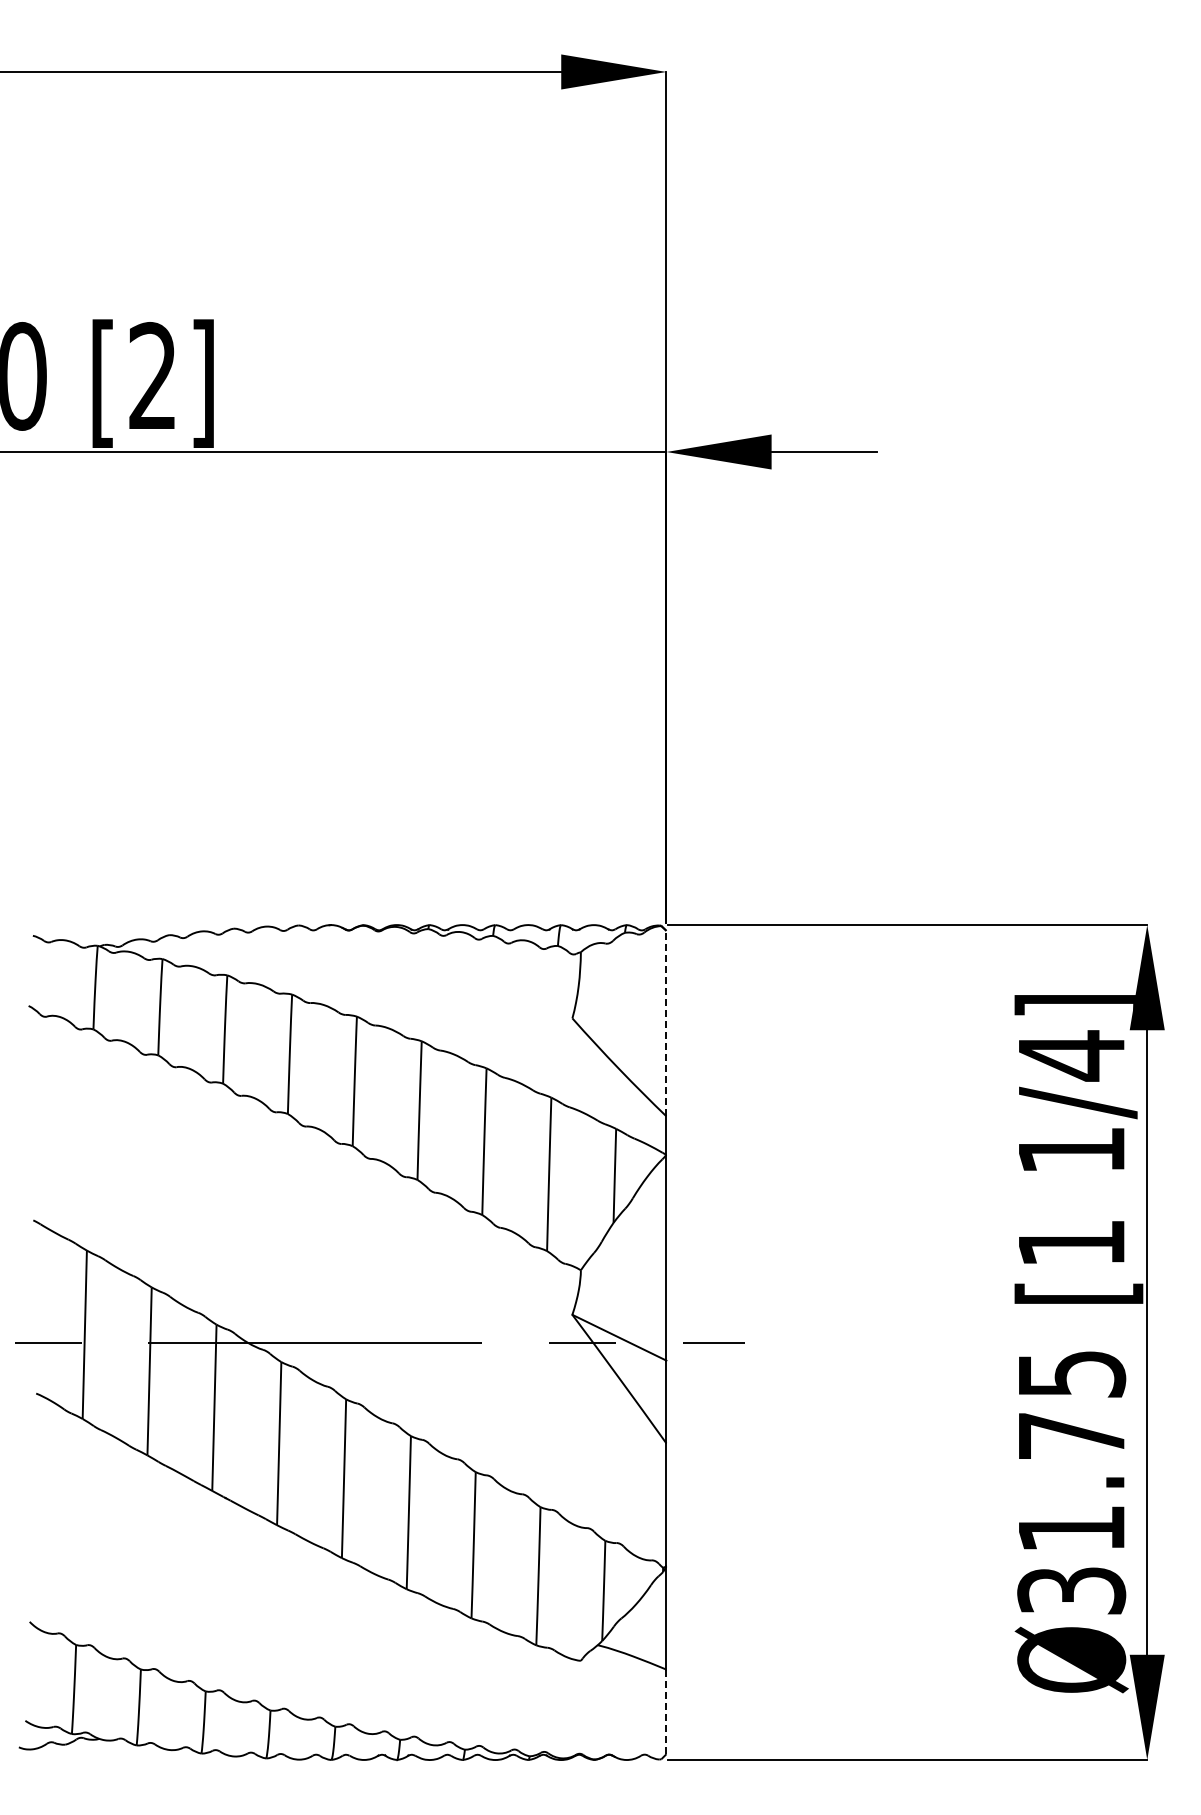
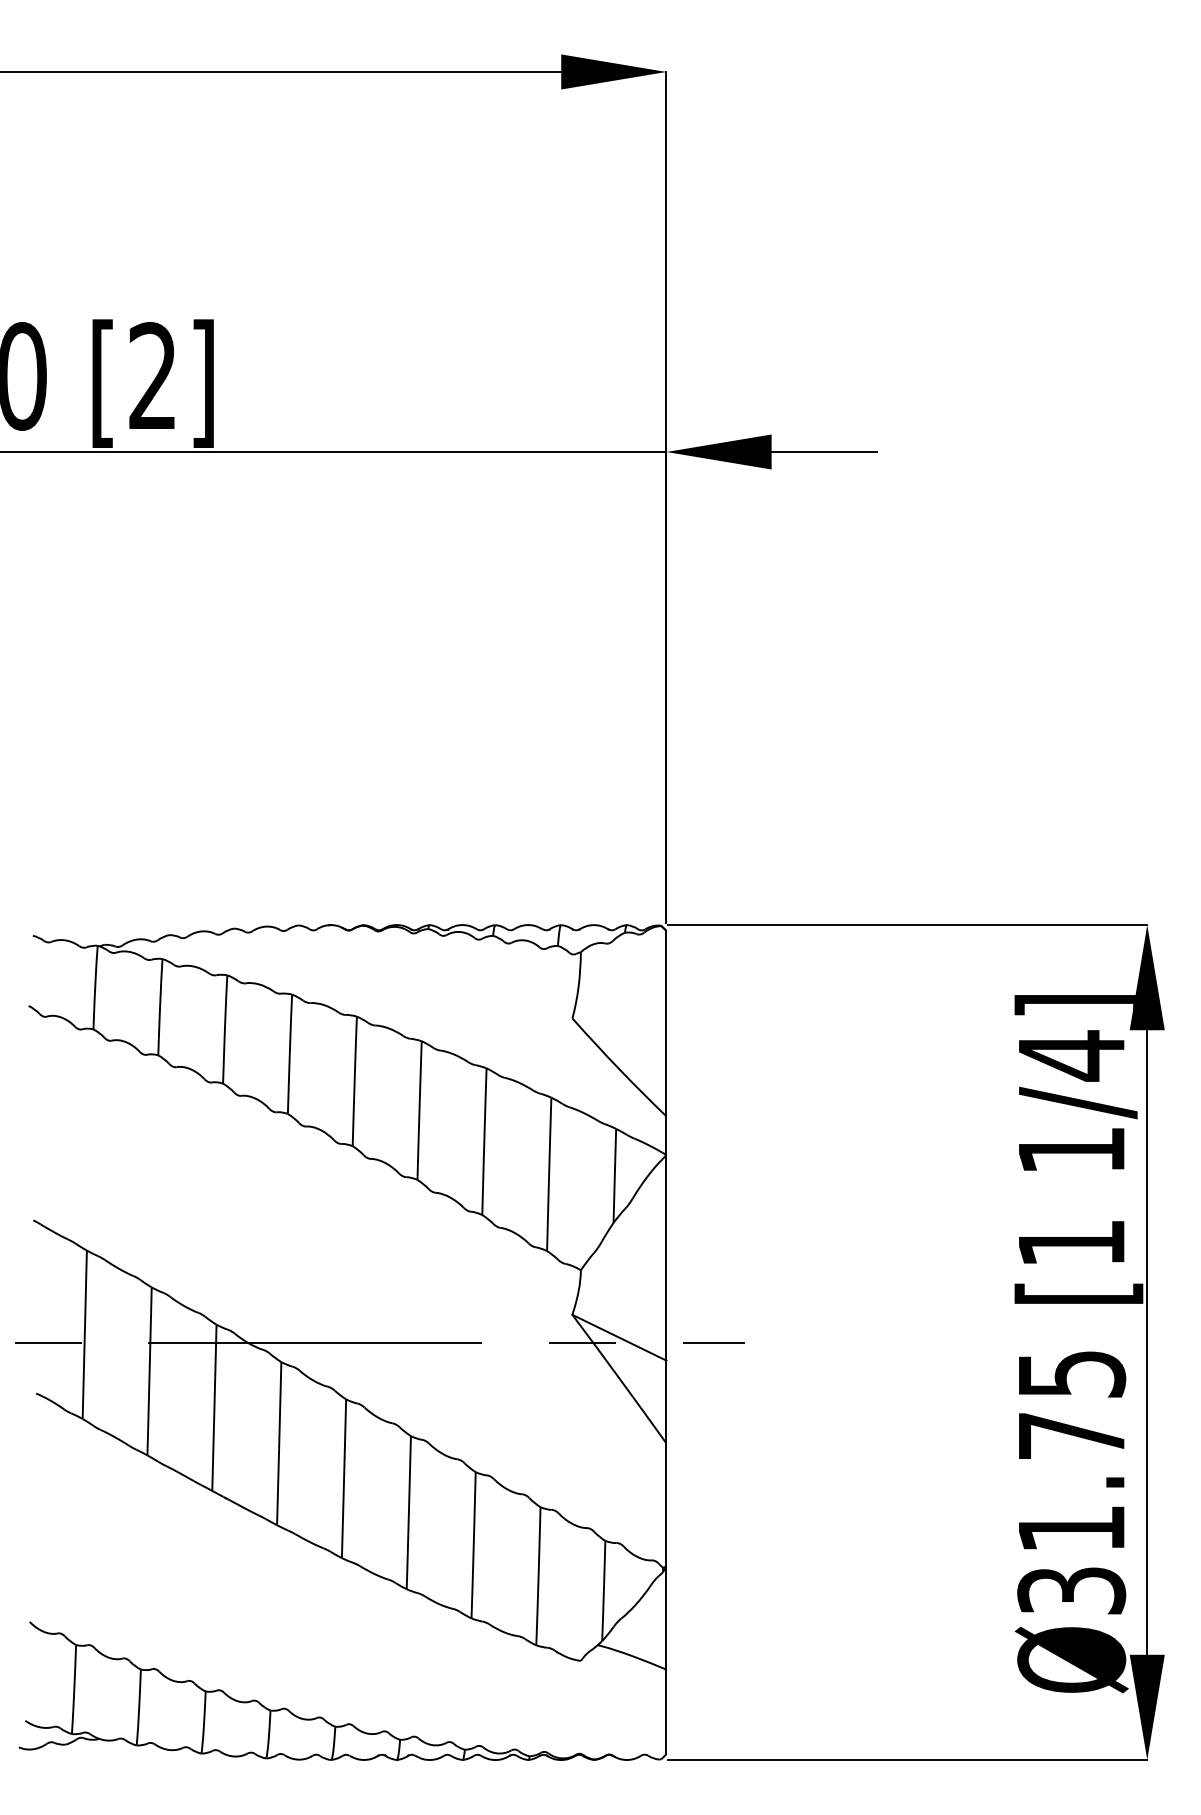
line at (666, 1023): dashed -> solid
line at (666, 1711): dashed -> solid
